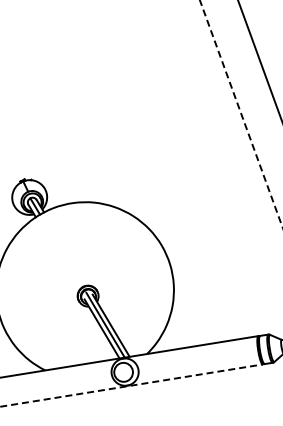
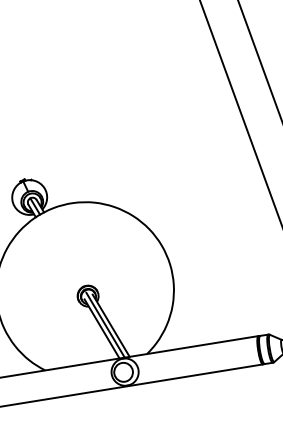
line at (241, 114): dashed -> solid
line at (131, 385): dashed -> solid
